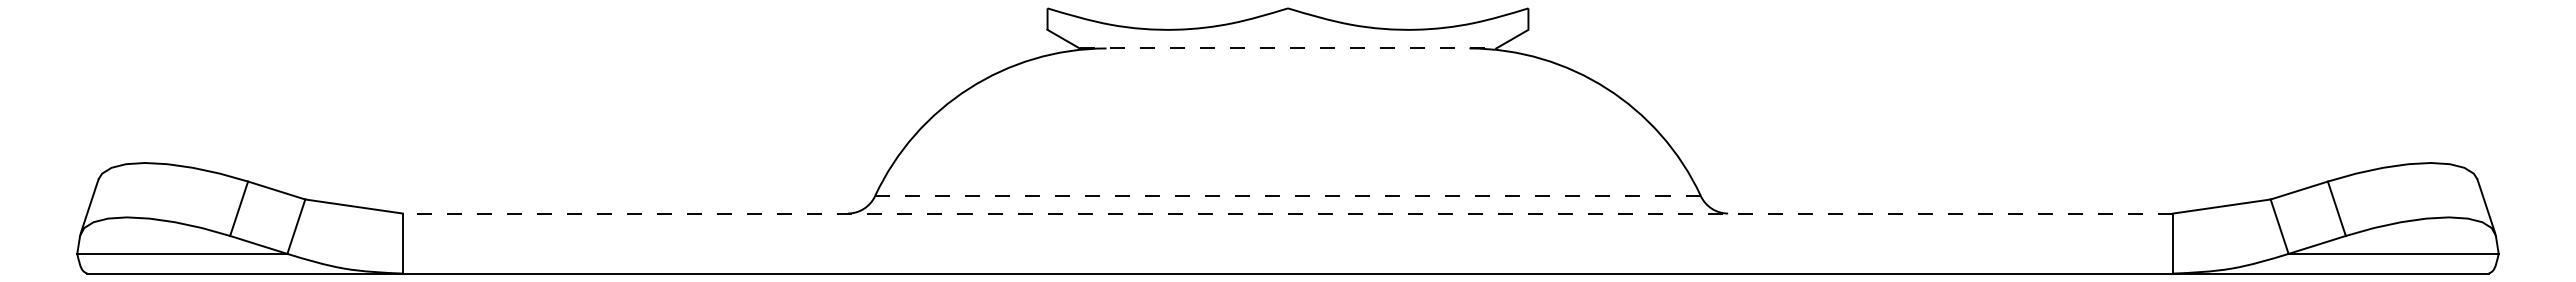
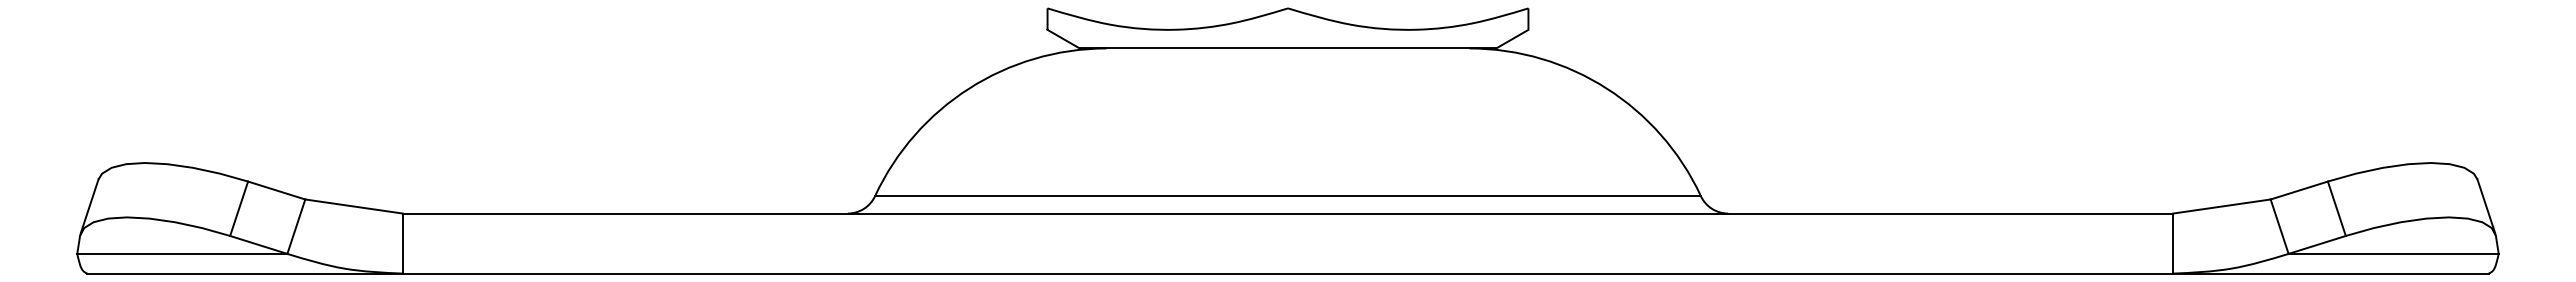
line at (1288, 48): dashed -> solid
line at (1287, 196): dashed -> solid
line at (1287, 213): dashed -> solid
